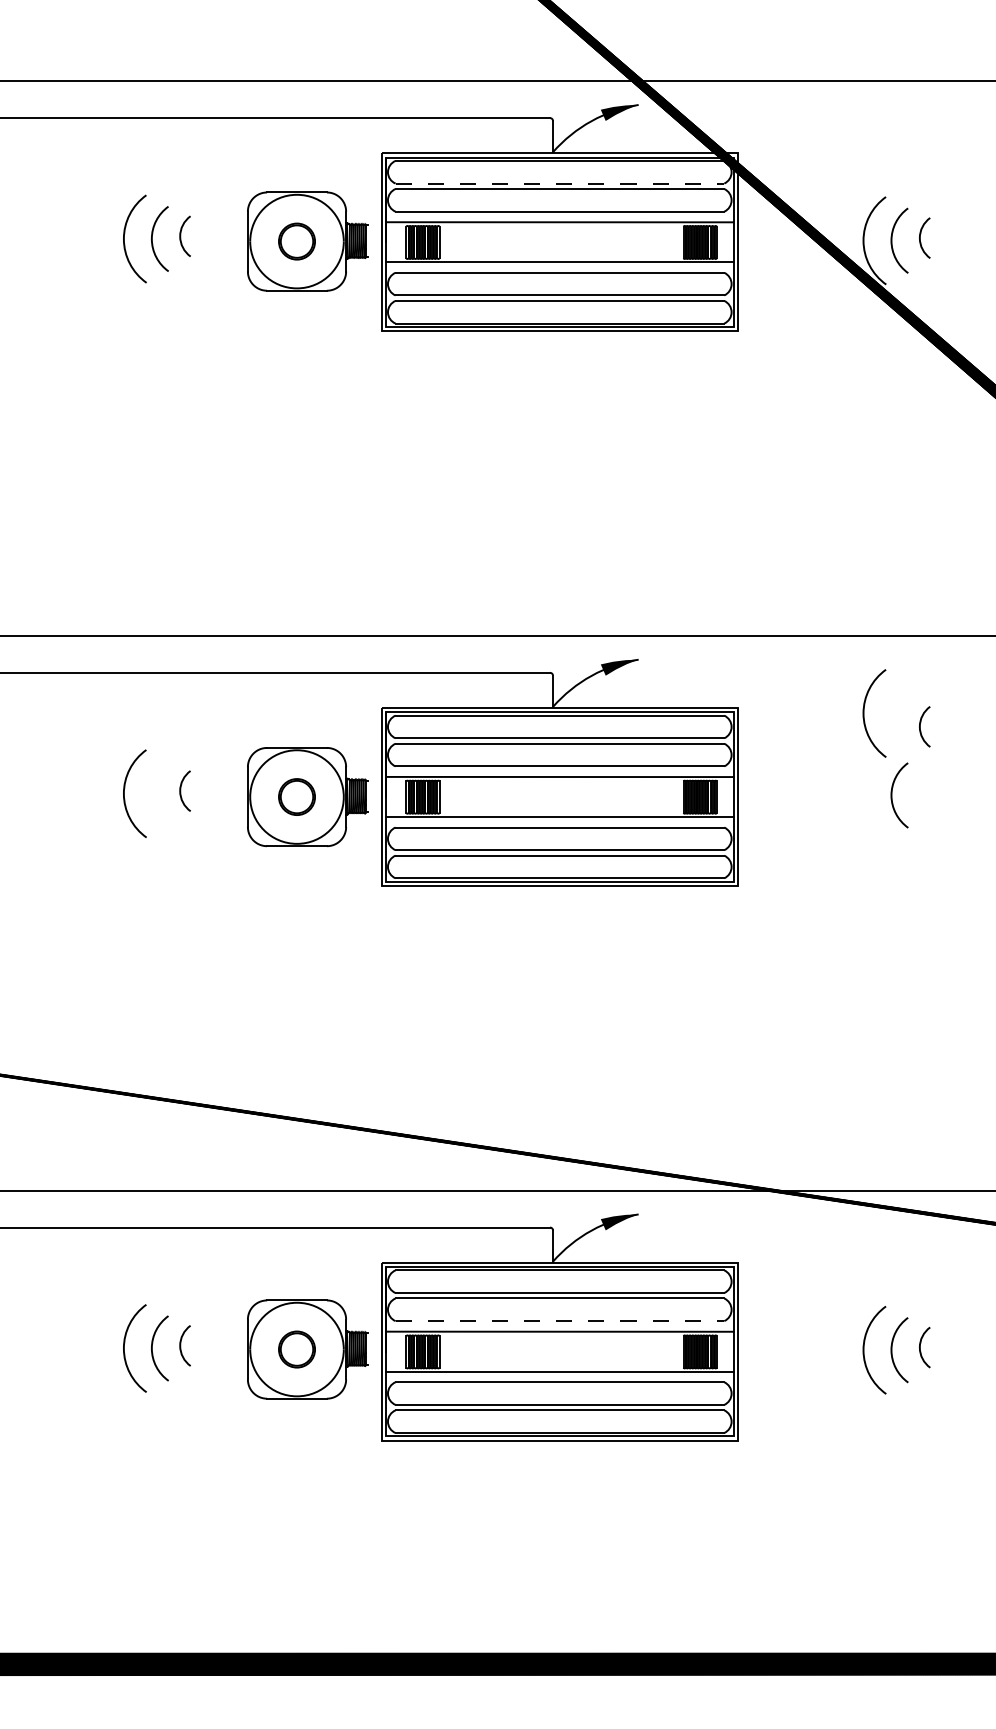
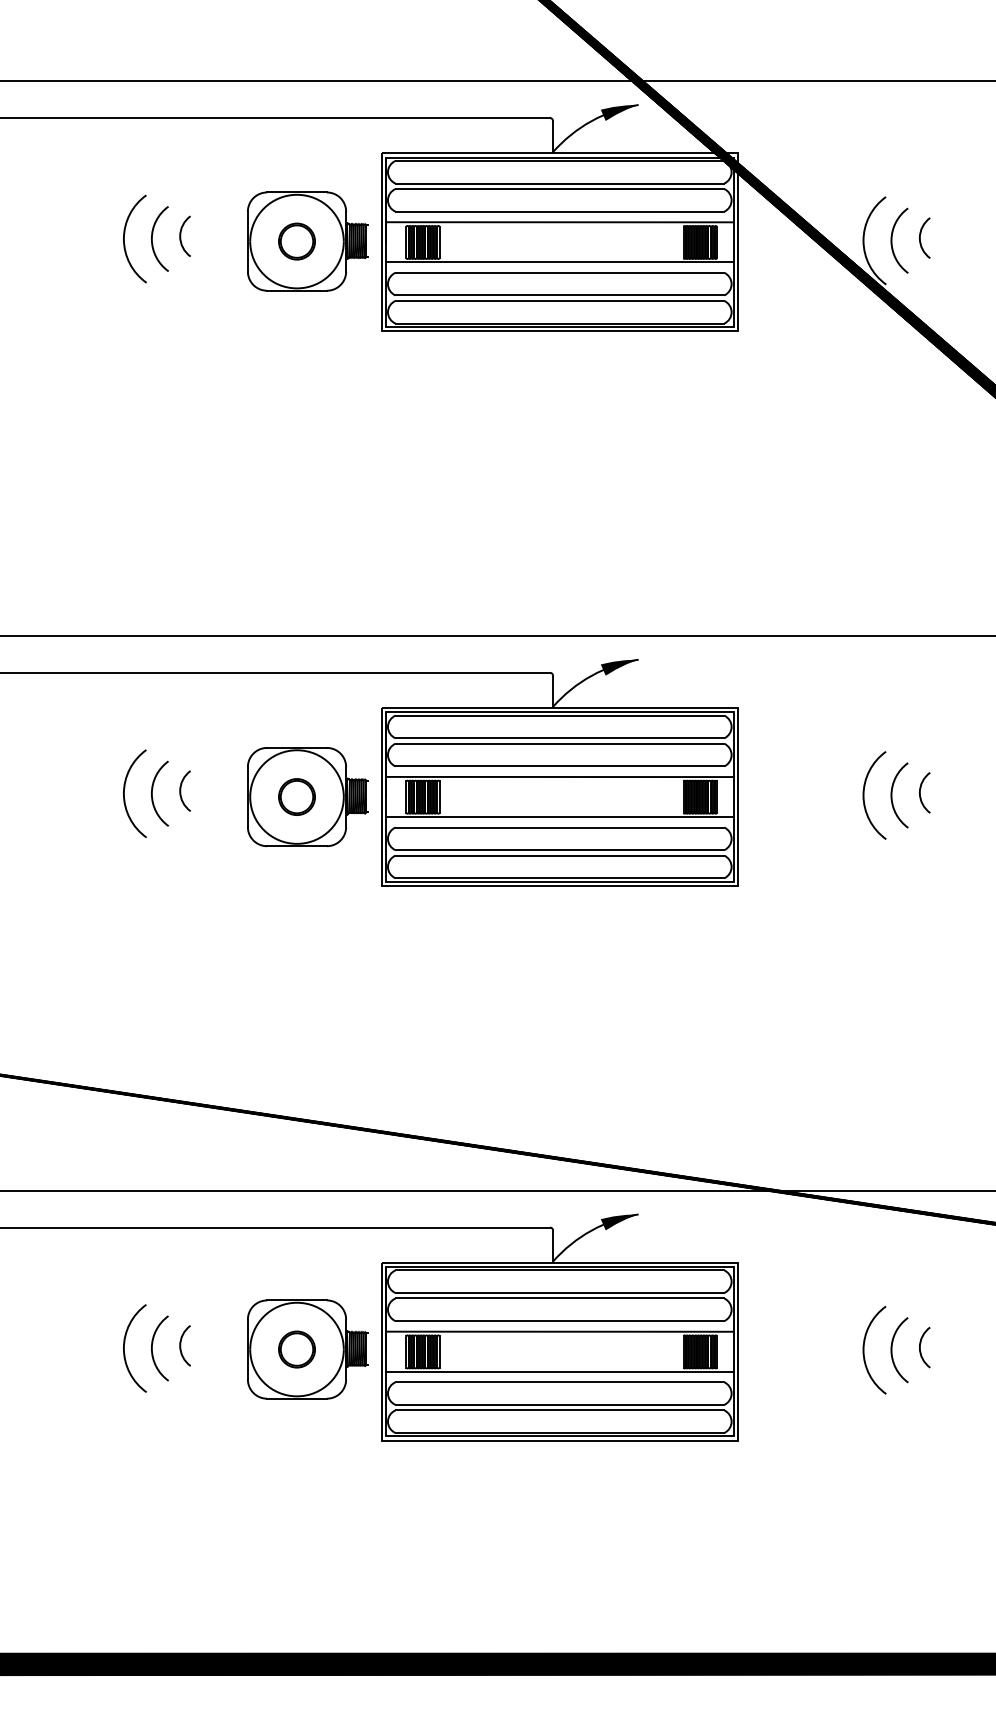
line at (560, 183): dashed -> solid
arc at (864, 713) position: (864, 713) -> (864, 795)
arc at (920, 726) position: (920, 726) -> (920, 792)
arc at (152, 793): none -> present
line at (560, 1321): dashed -> solid
